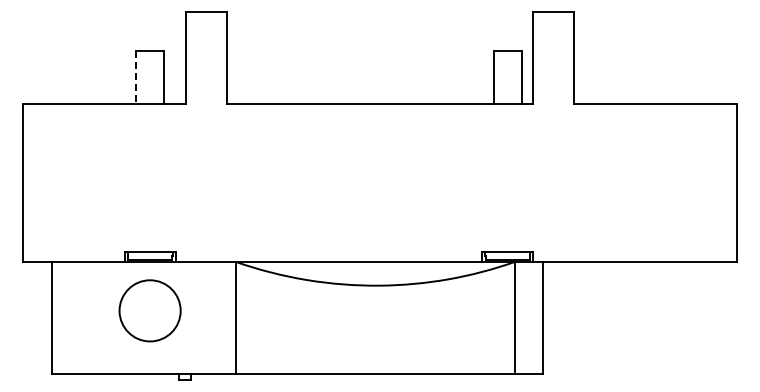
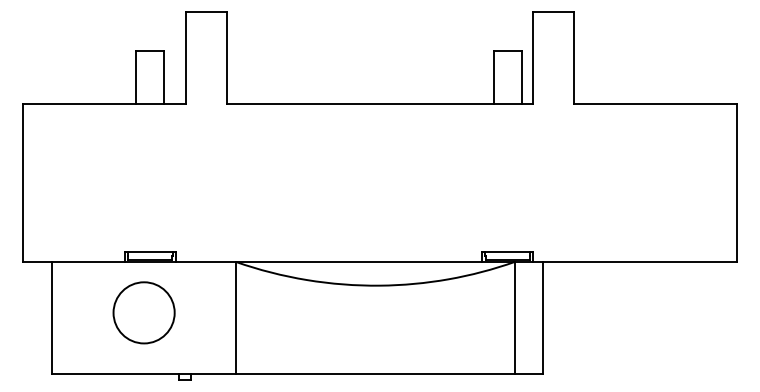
line at (136, 77): dashed -> solid
circle at (149, 310) position: (149, 310) -> (143, 312)
